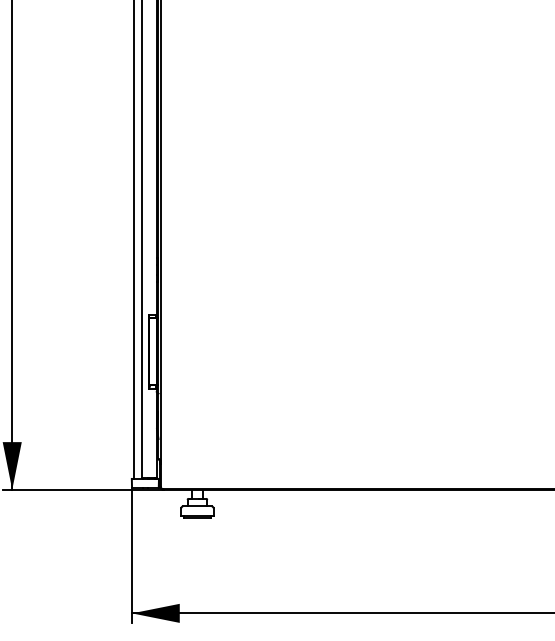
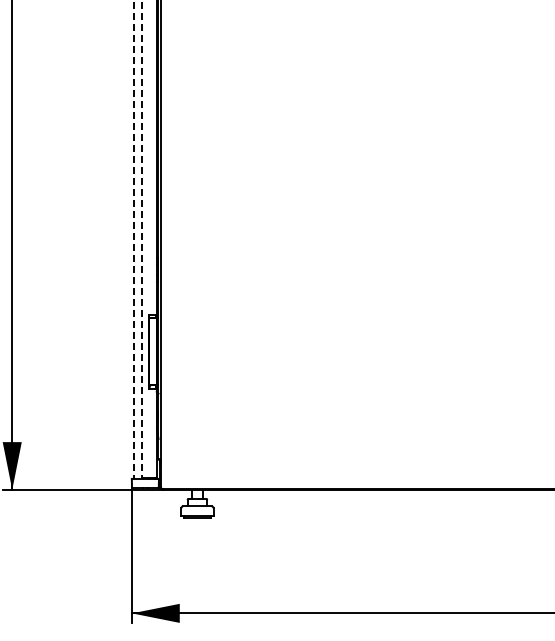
line at (133, 239): solid -> dashed
line at (141, 239): solid -> dashed
